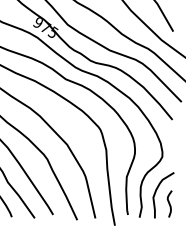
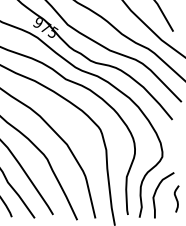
curve at (169, 203) position: (169, 203) -> (176, 198)
